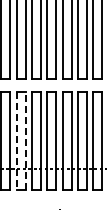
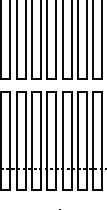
line at (25, 140): dashed -> solid
line at (16, 141): dashed -> solid
